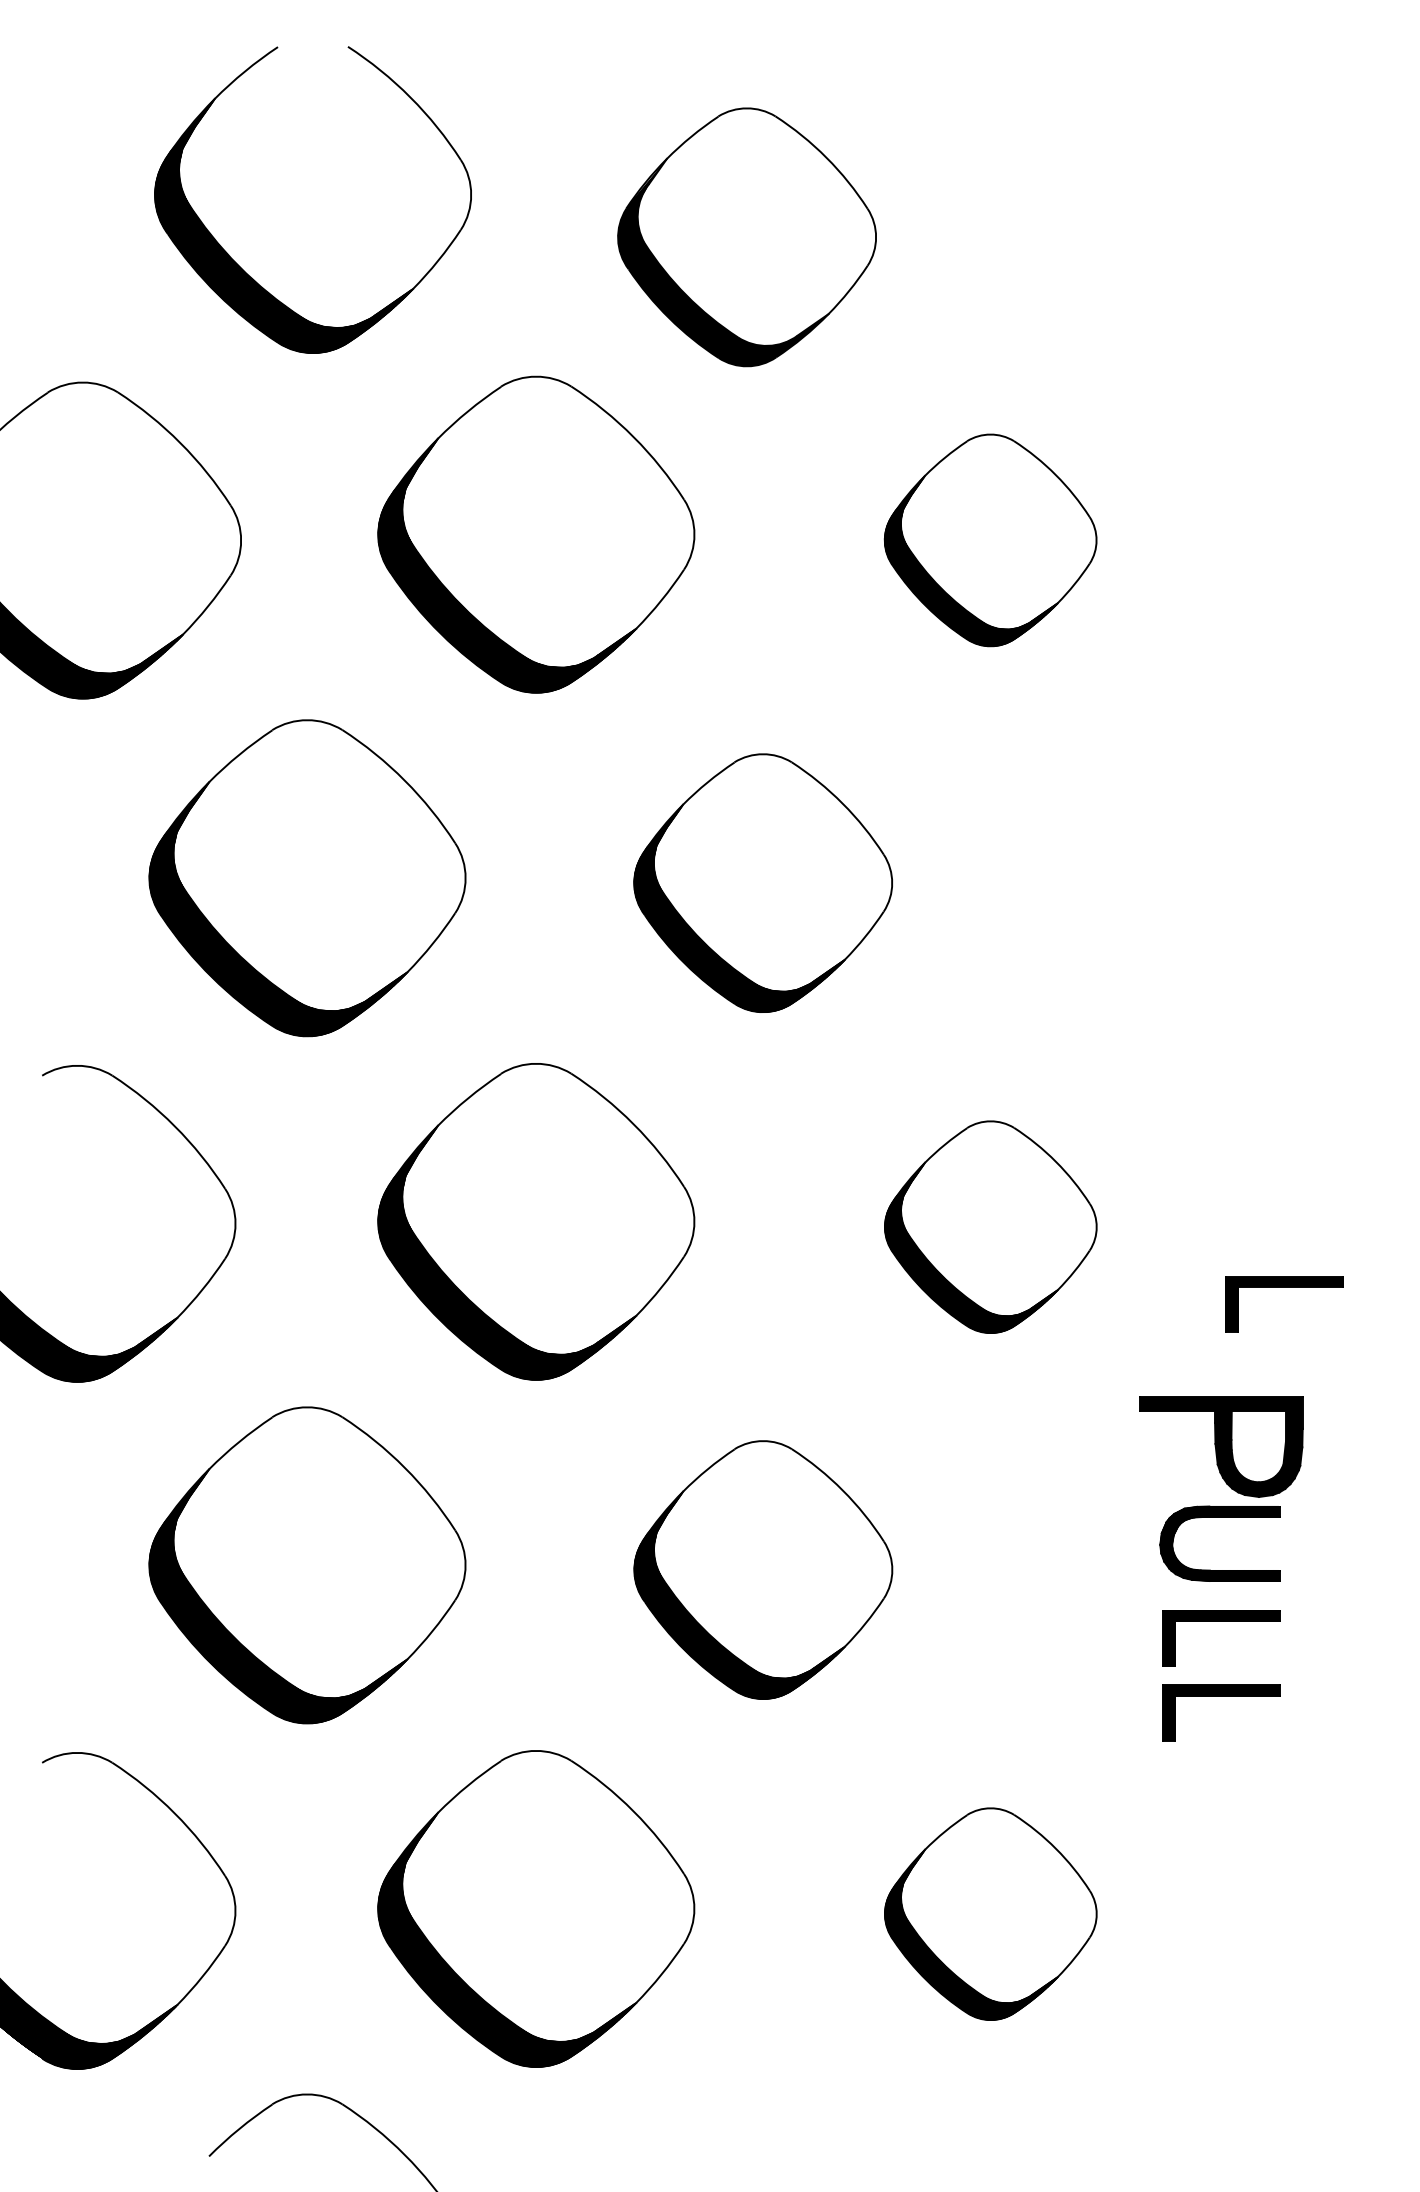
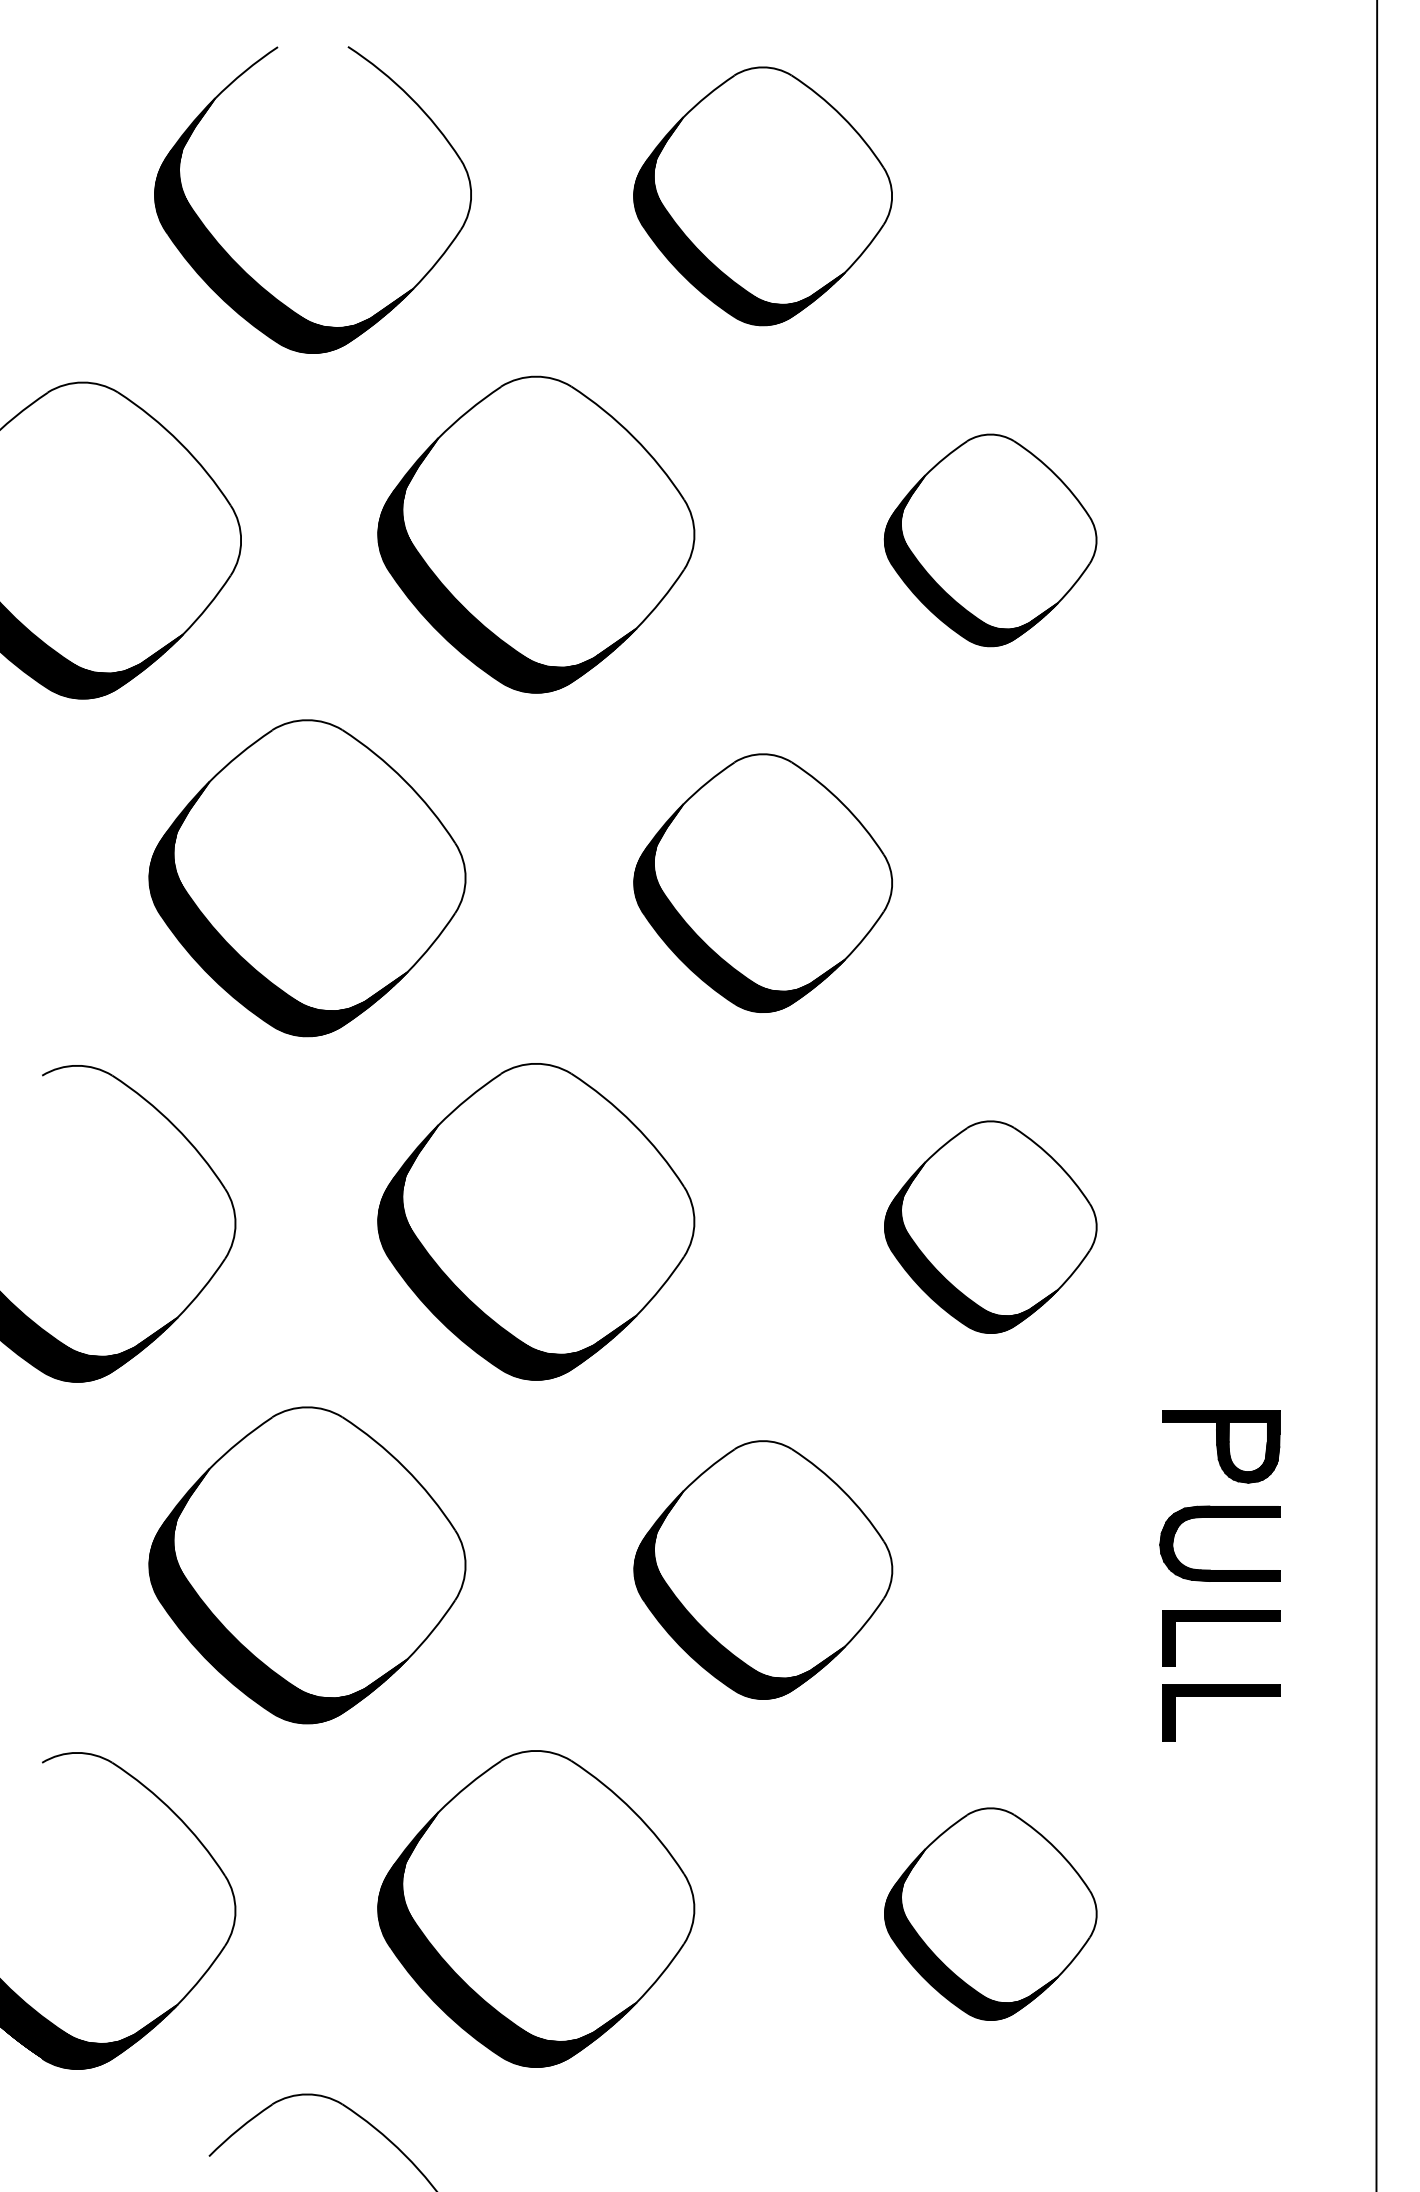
part at (746, 237) position: (746, 237) -> (762, 196)
line at (1376, 1095): none -> present
part at (1284, 1287): present -> none
part at (1221, 1446) size: 165x102 px -> 119x74 px
